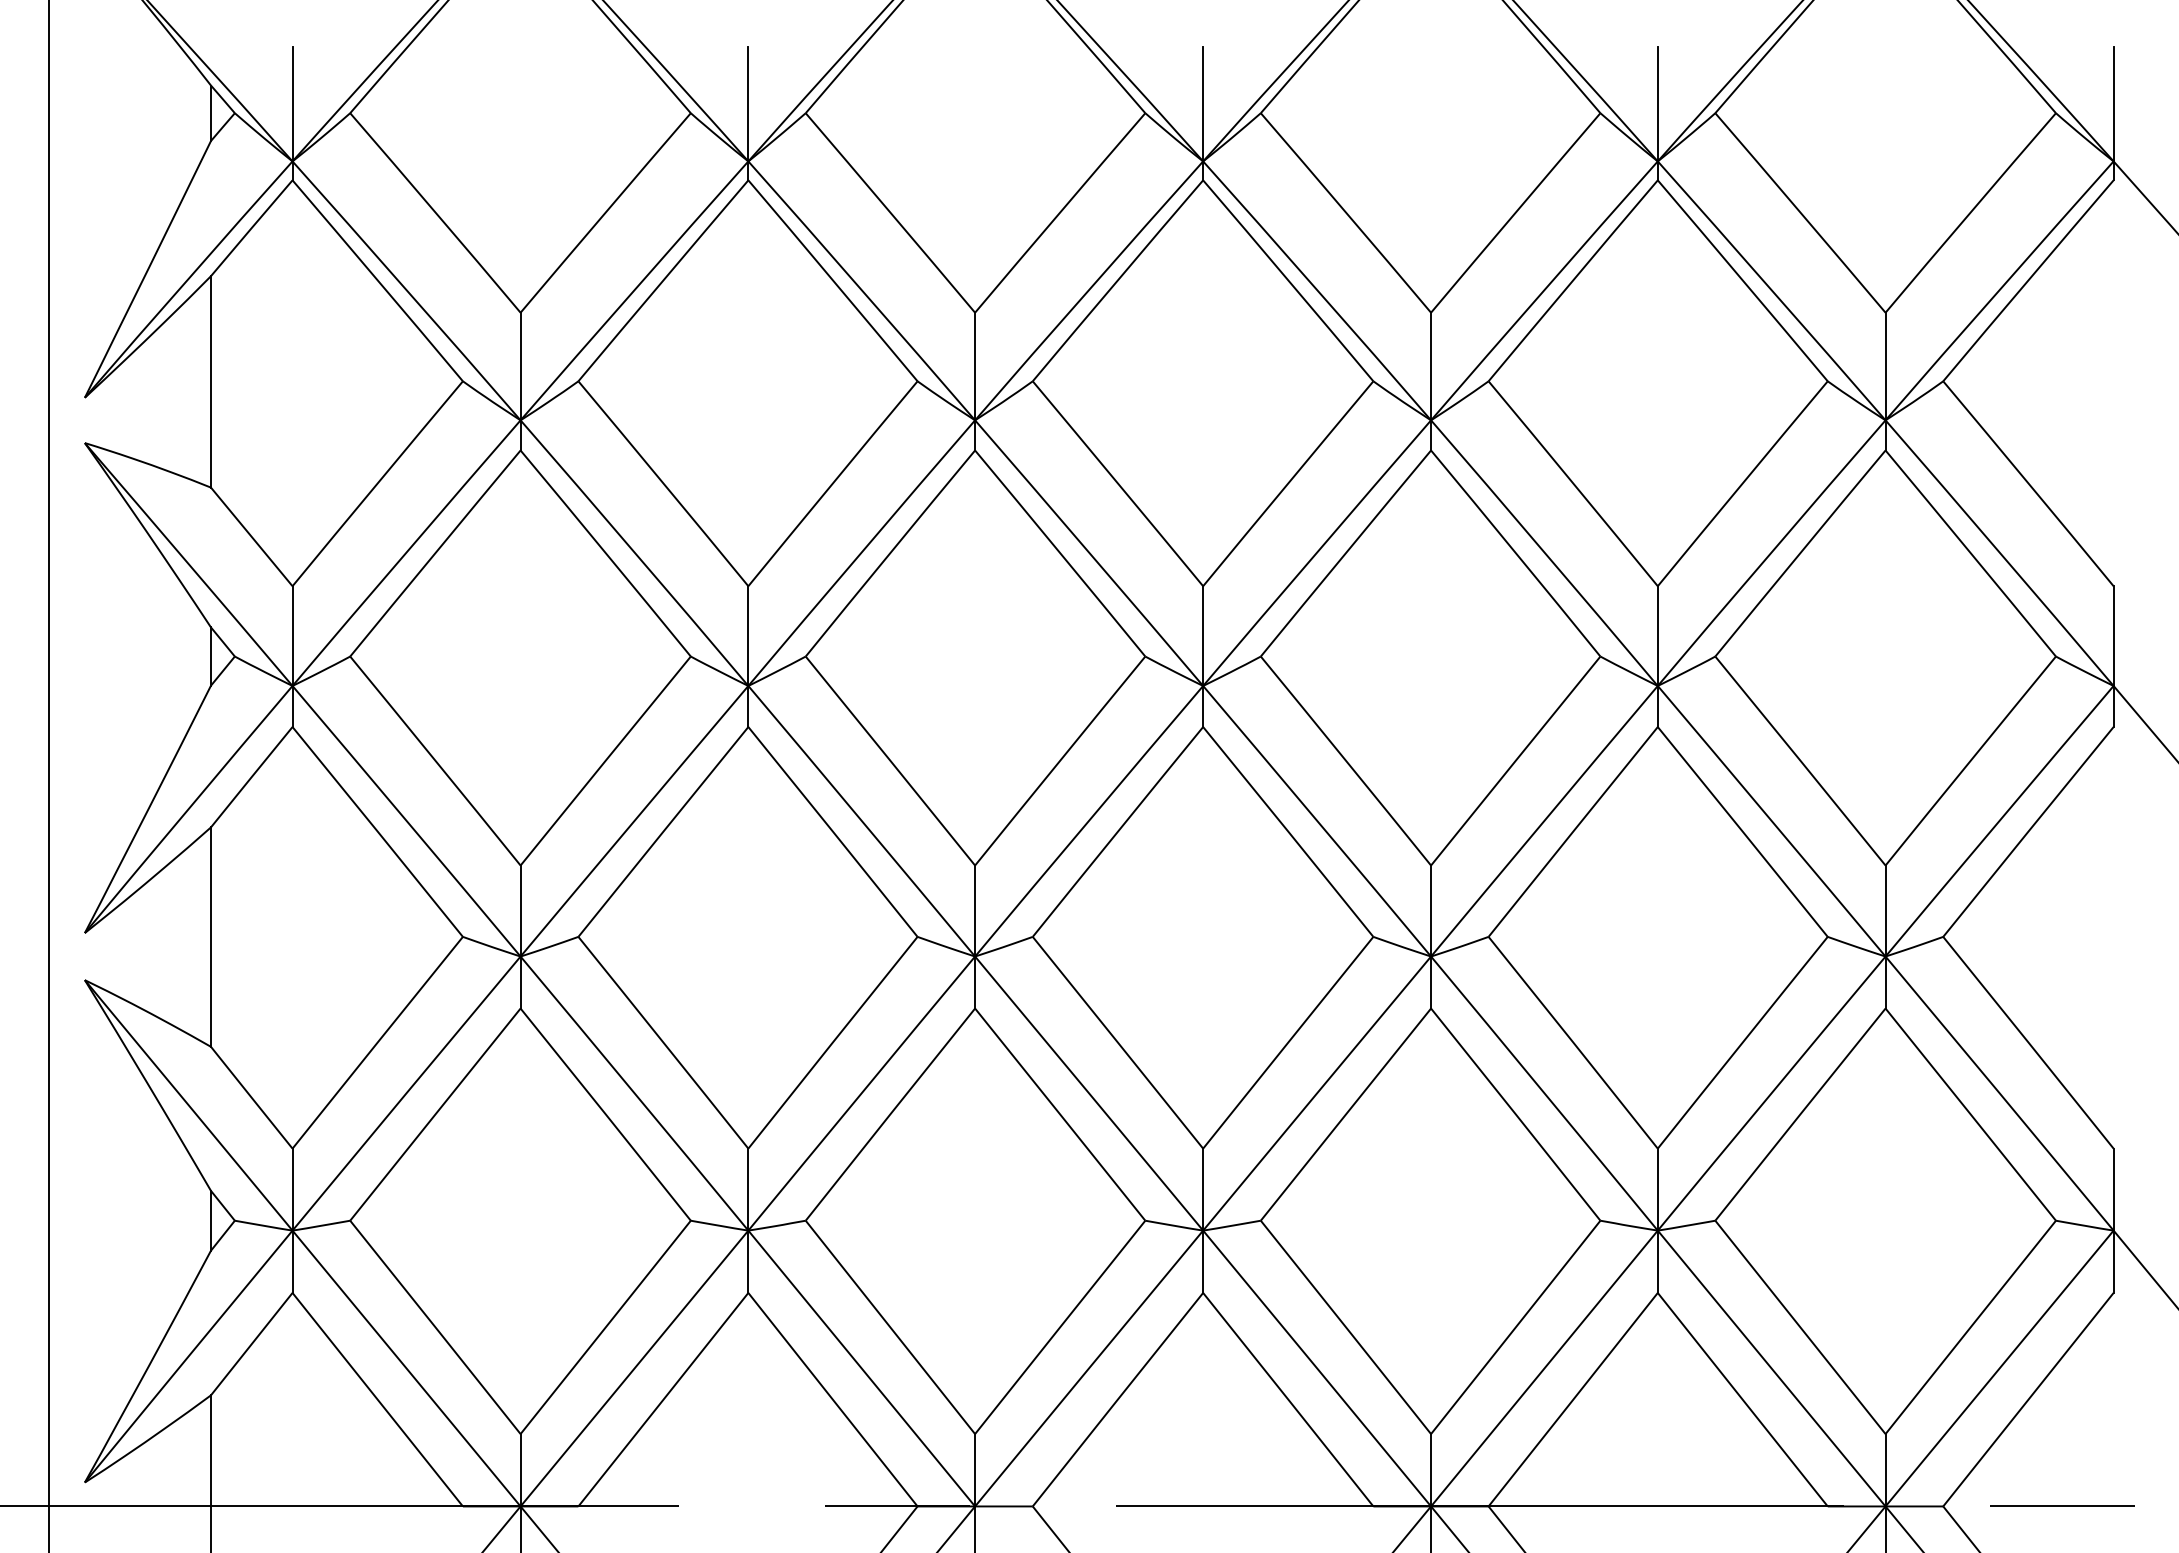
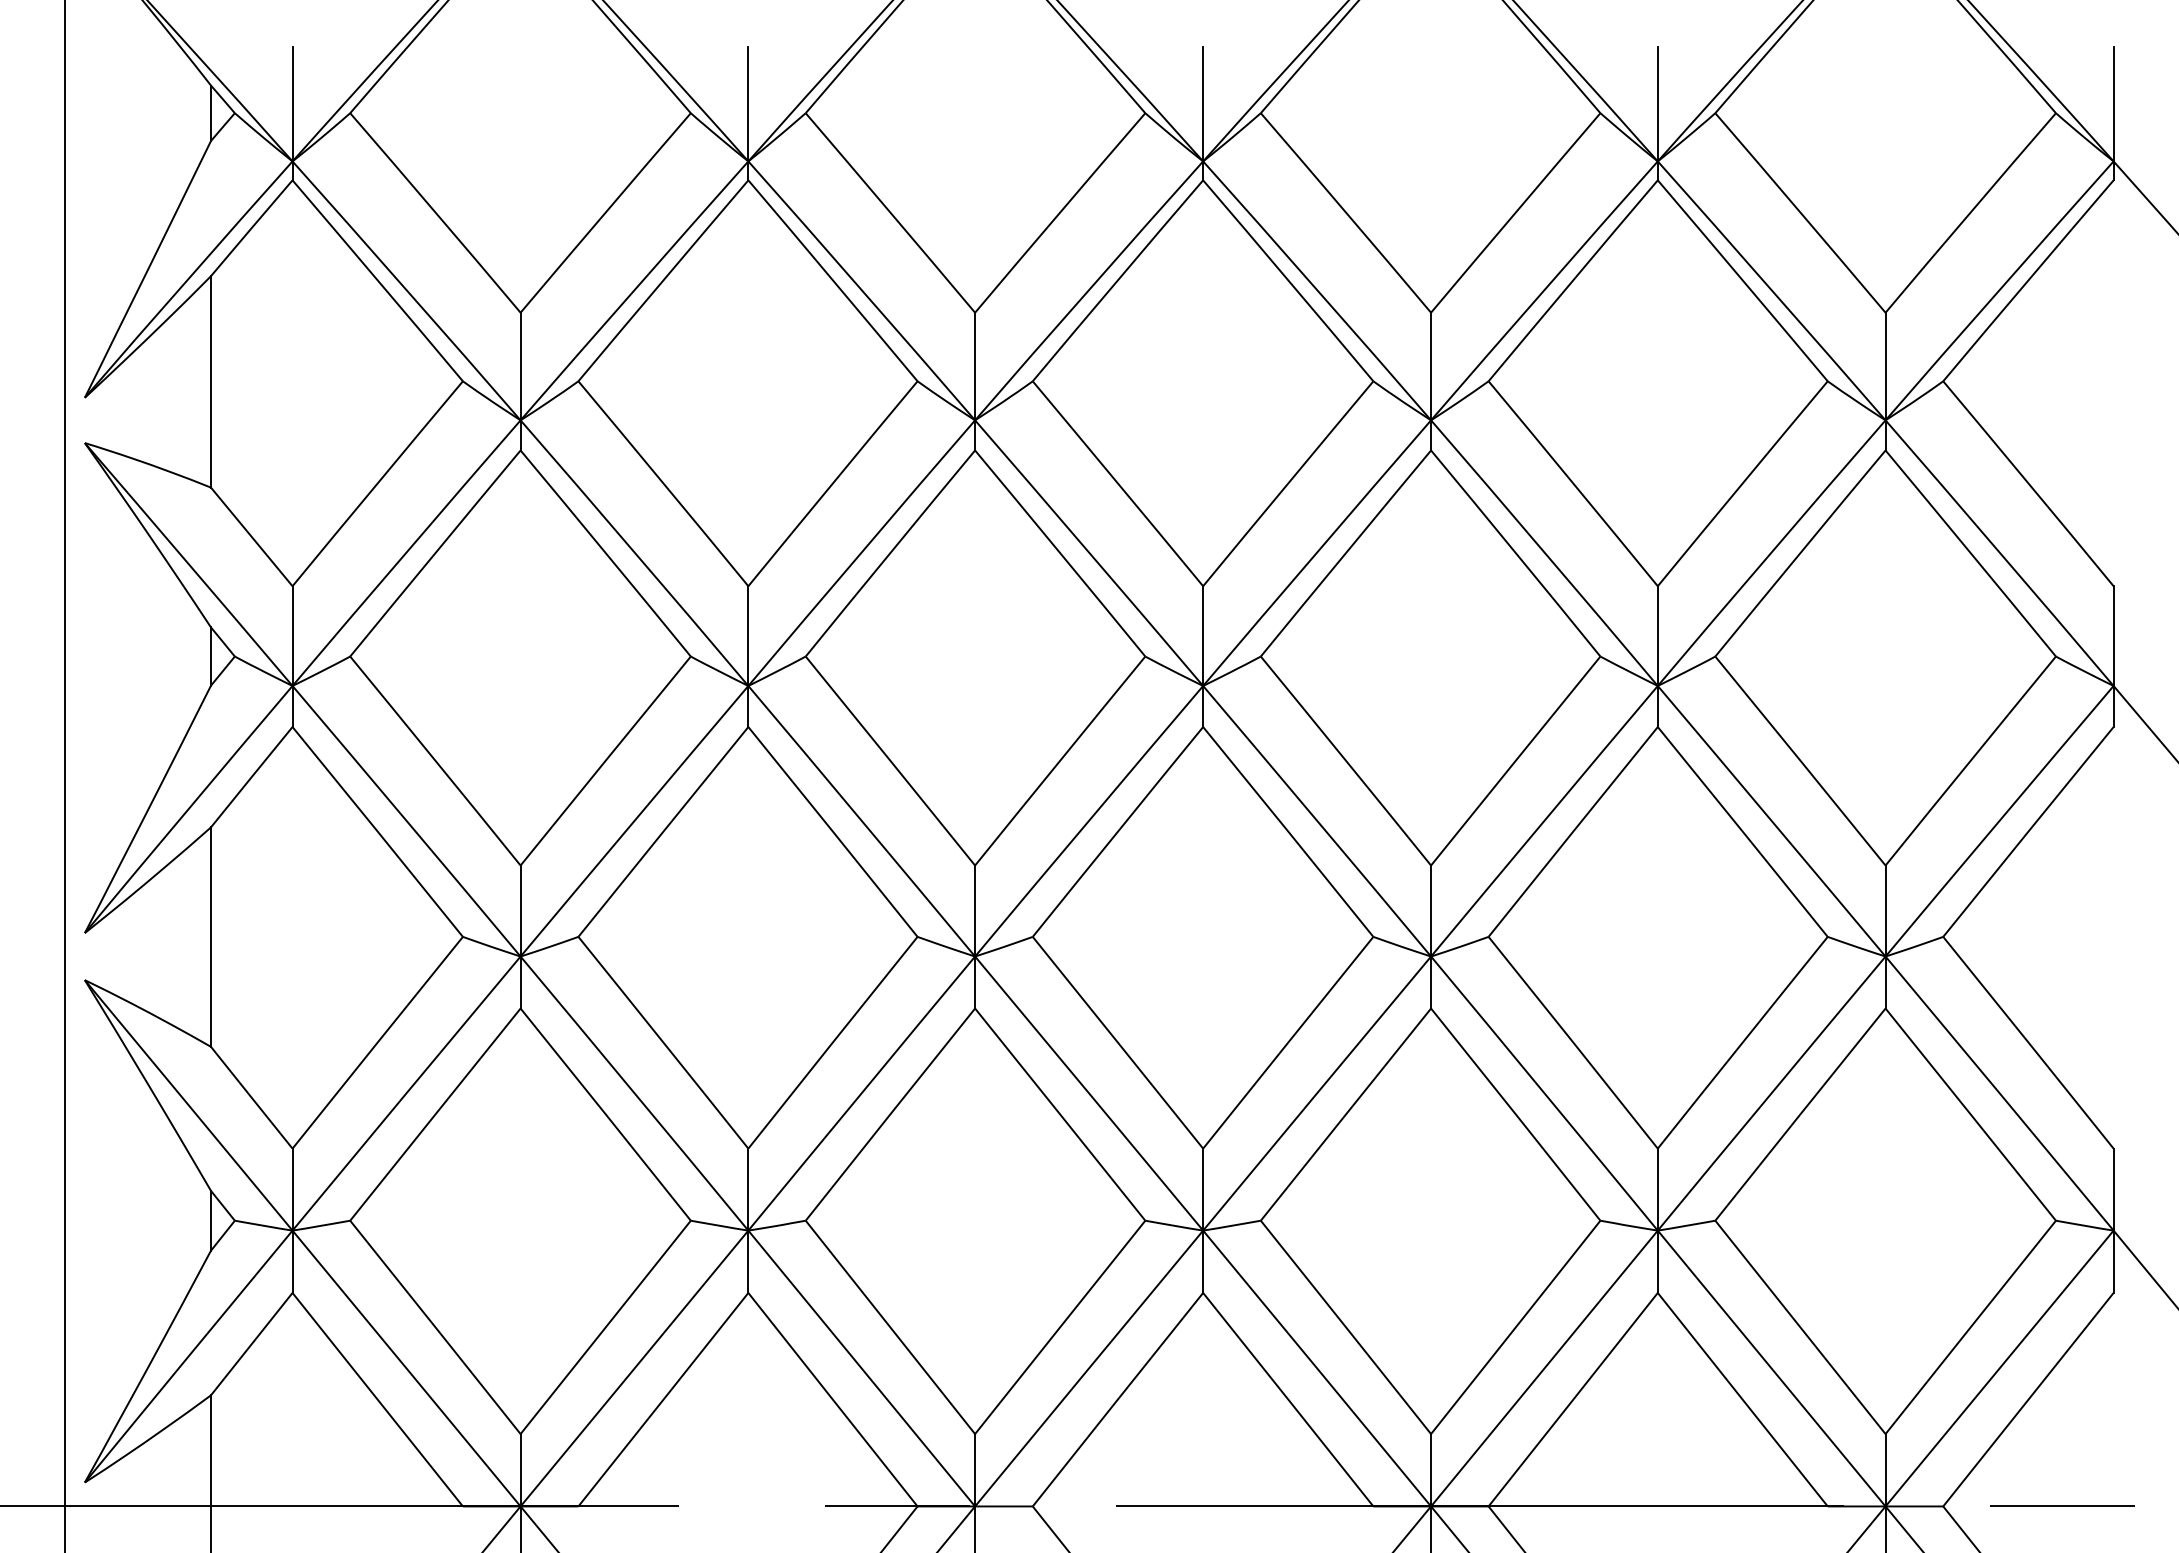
line at (49, 775) position: (49, 775) -> (65, 775)
